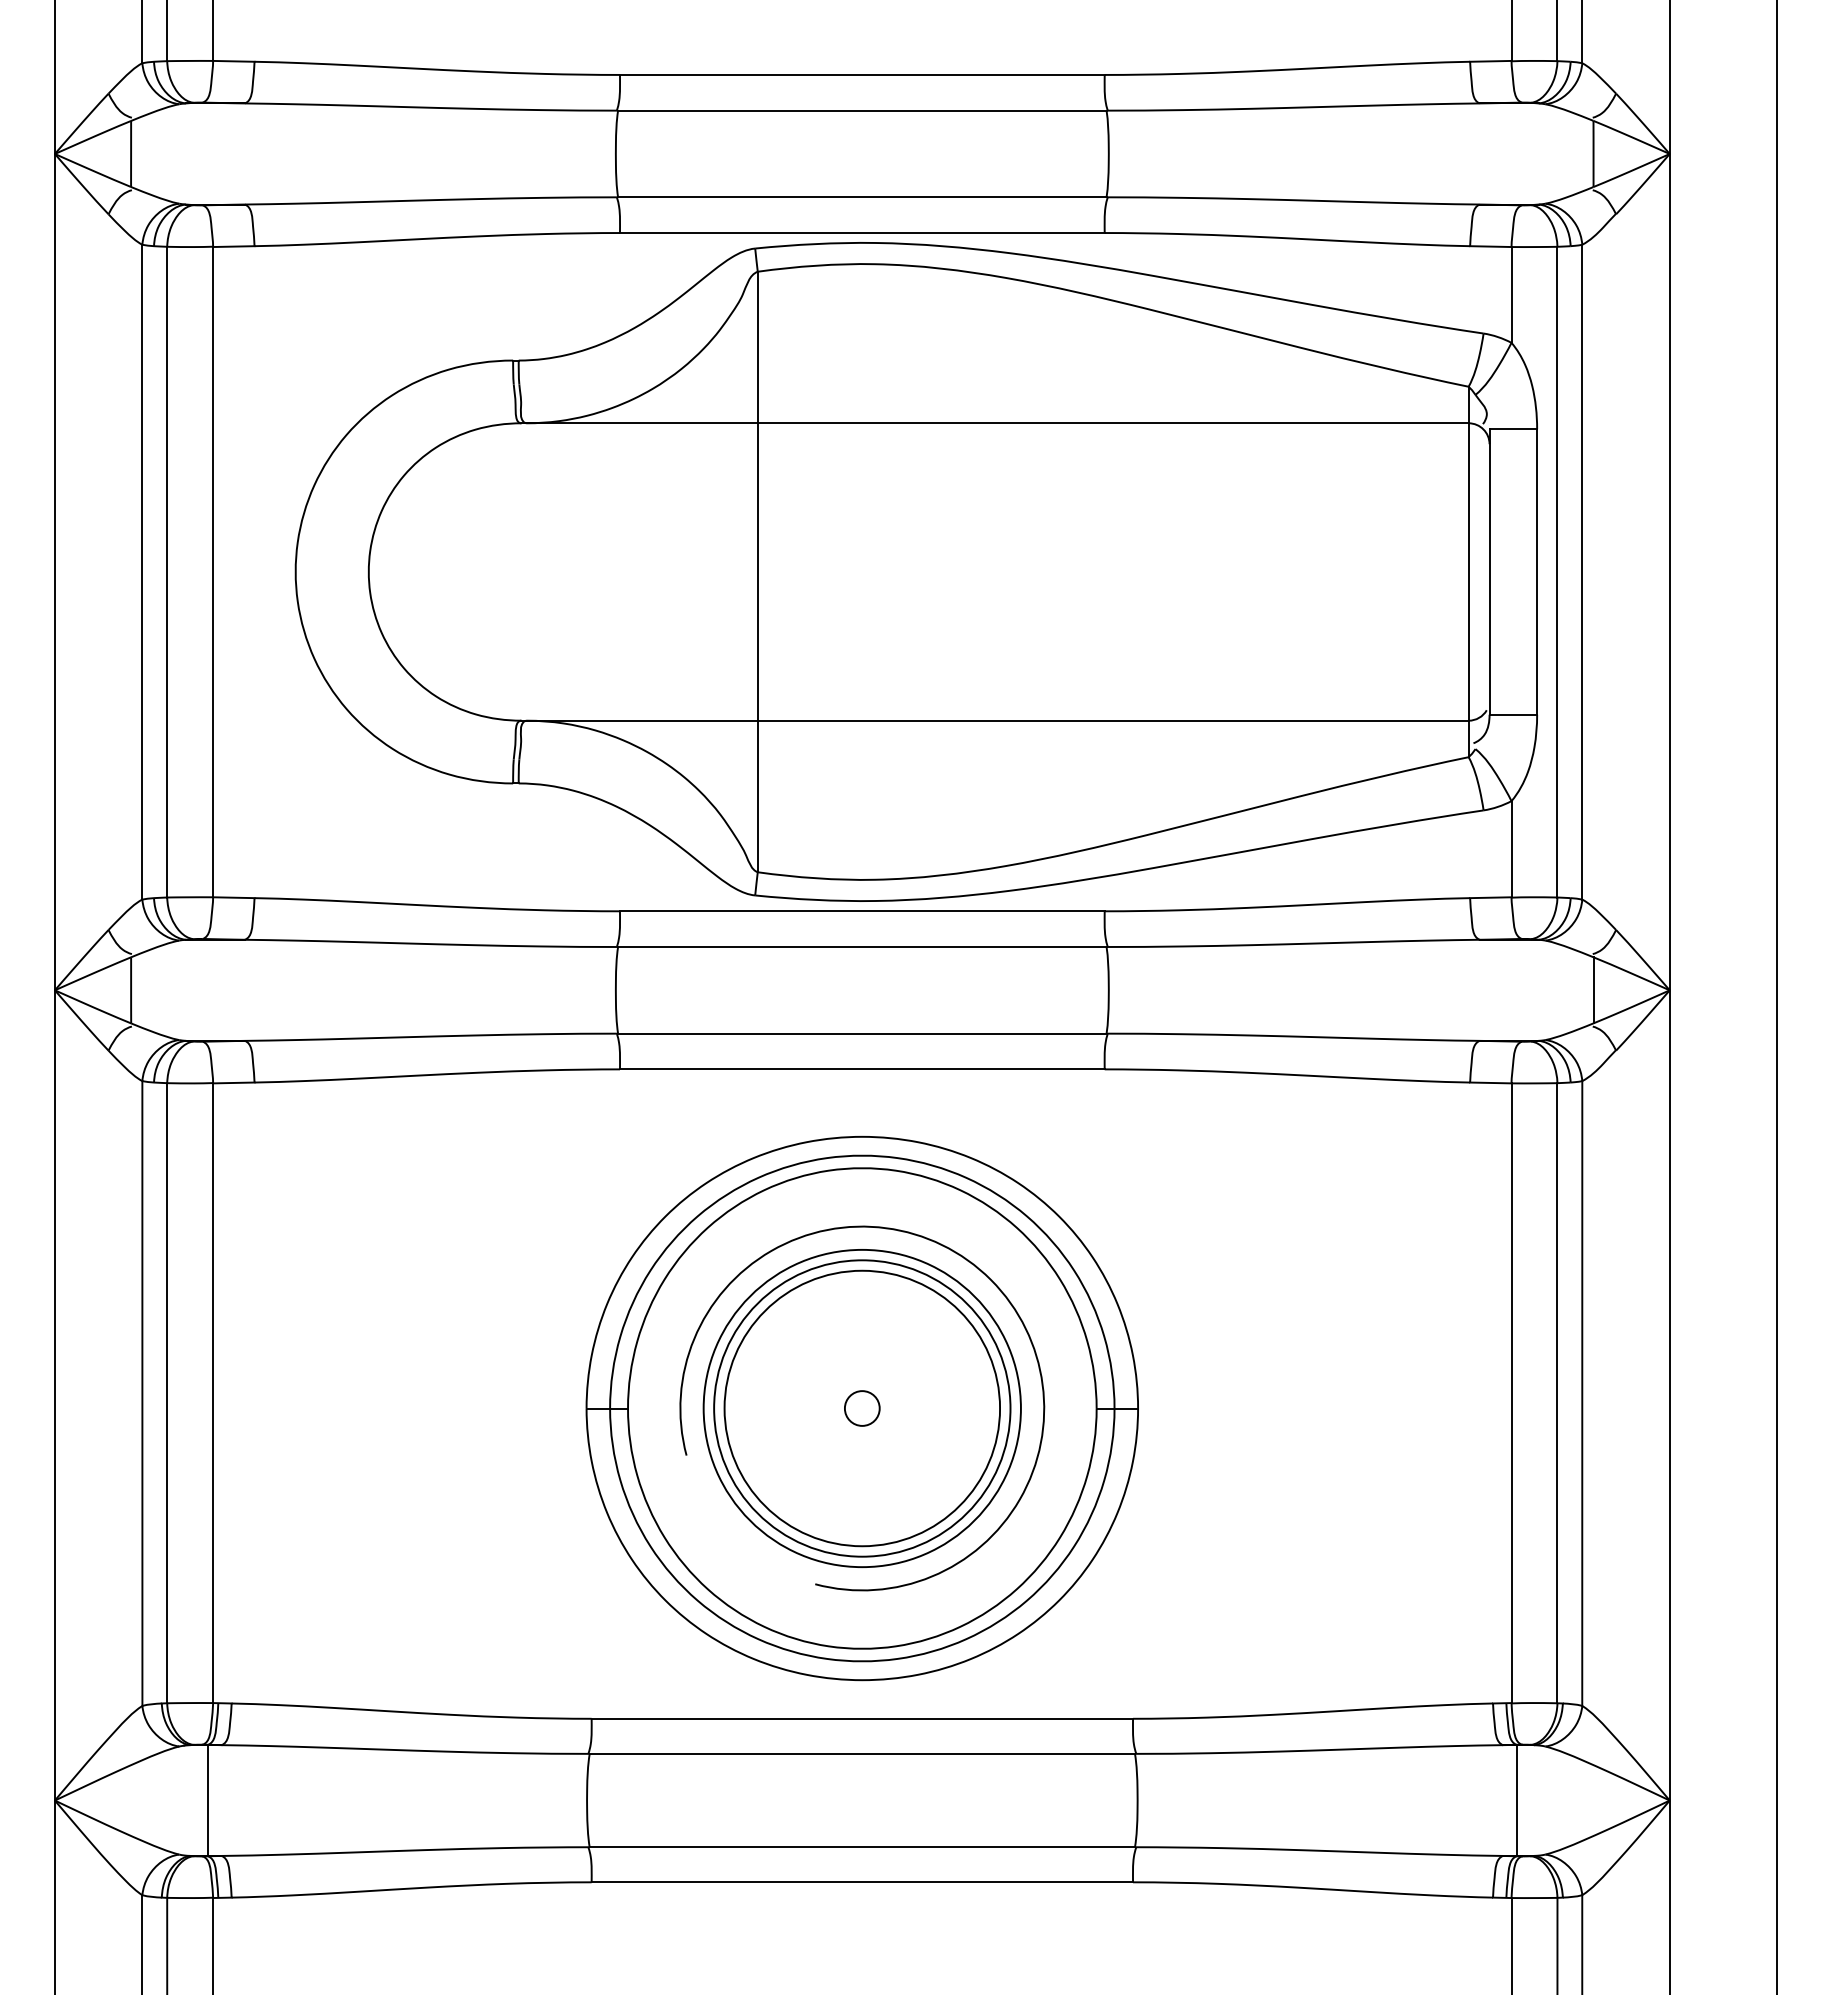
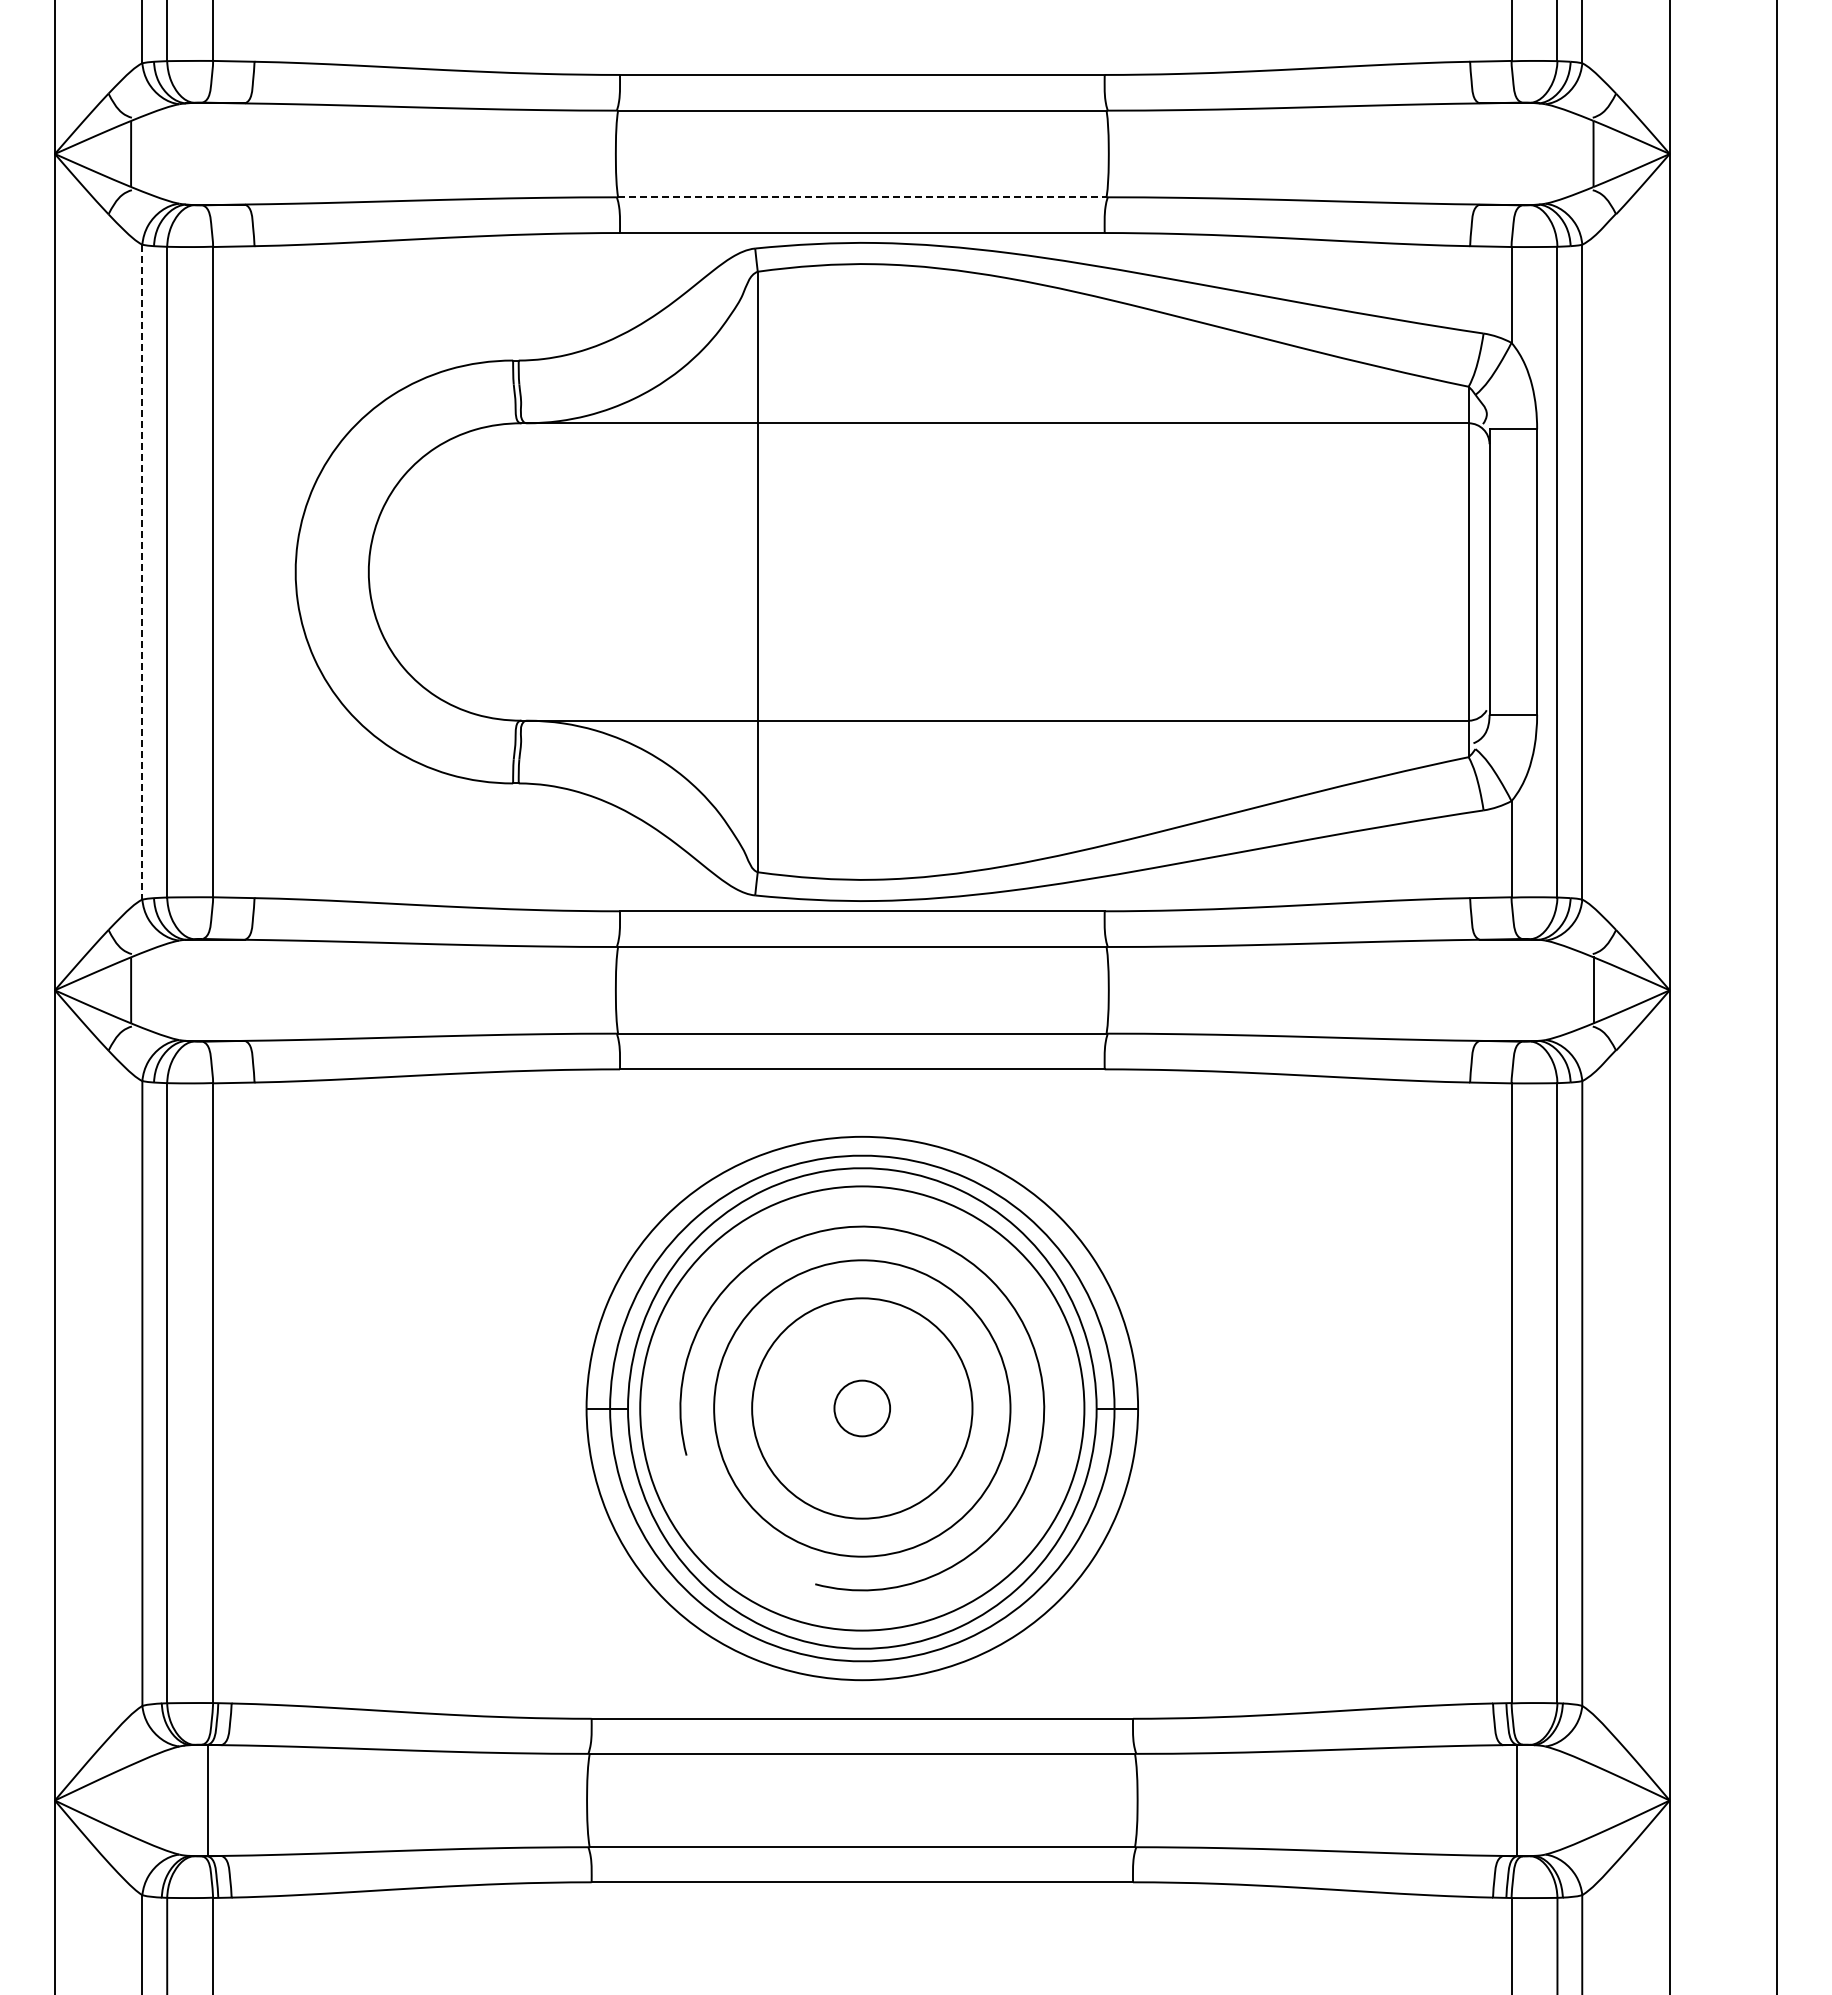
line at (862, 197): solid -> dashed
line at (142, 572): solid -> dashed
circle at (861, 1408) diameter: 317 px -> 444 px
circle at (861, 1408) diameter: 35 px -> 56 px
circle at (862, 1408) diameter: 275 px -> 220 px
